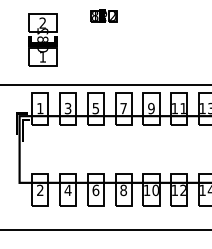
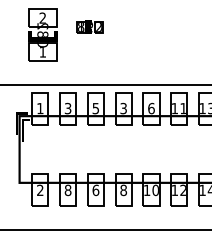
part at (103, 15) position: (103, 15) -> (89, 26)
part at (42, 39) position: (42, 39) -> (42, 34)
text at (123, 108): 7 -> 3
text at (151, 108): 9 -> 6
text at (67, 190): 4 -> 8
